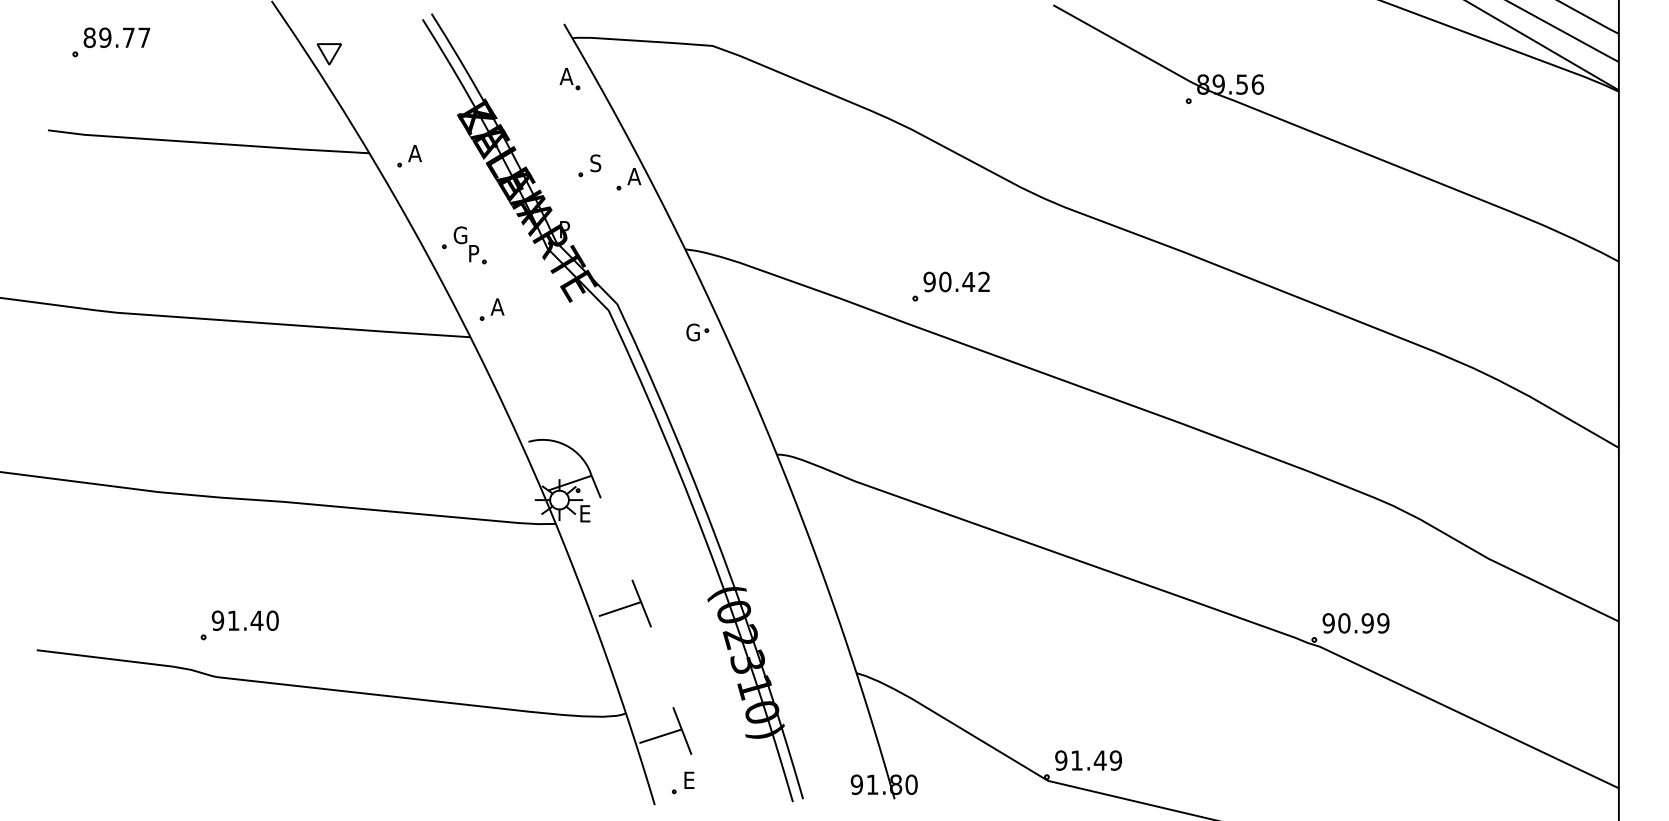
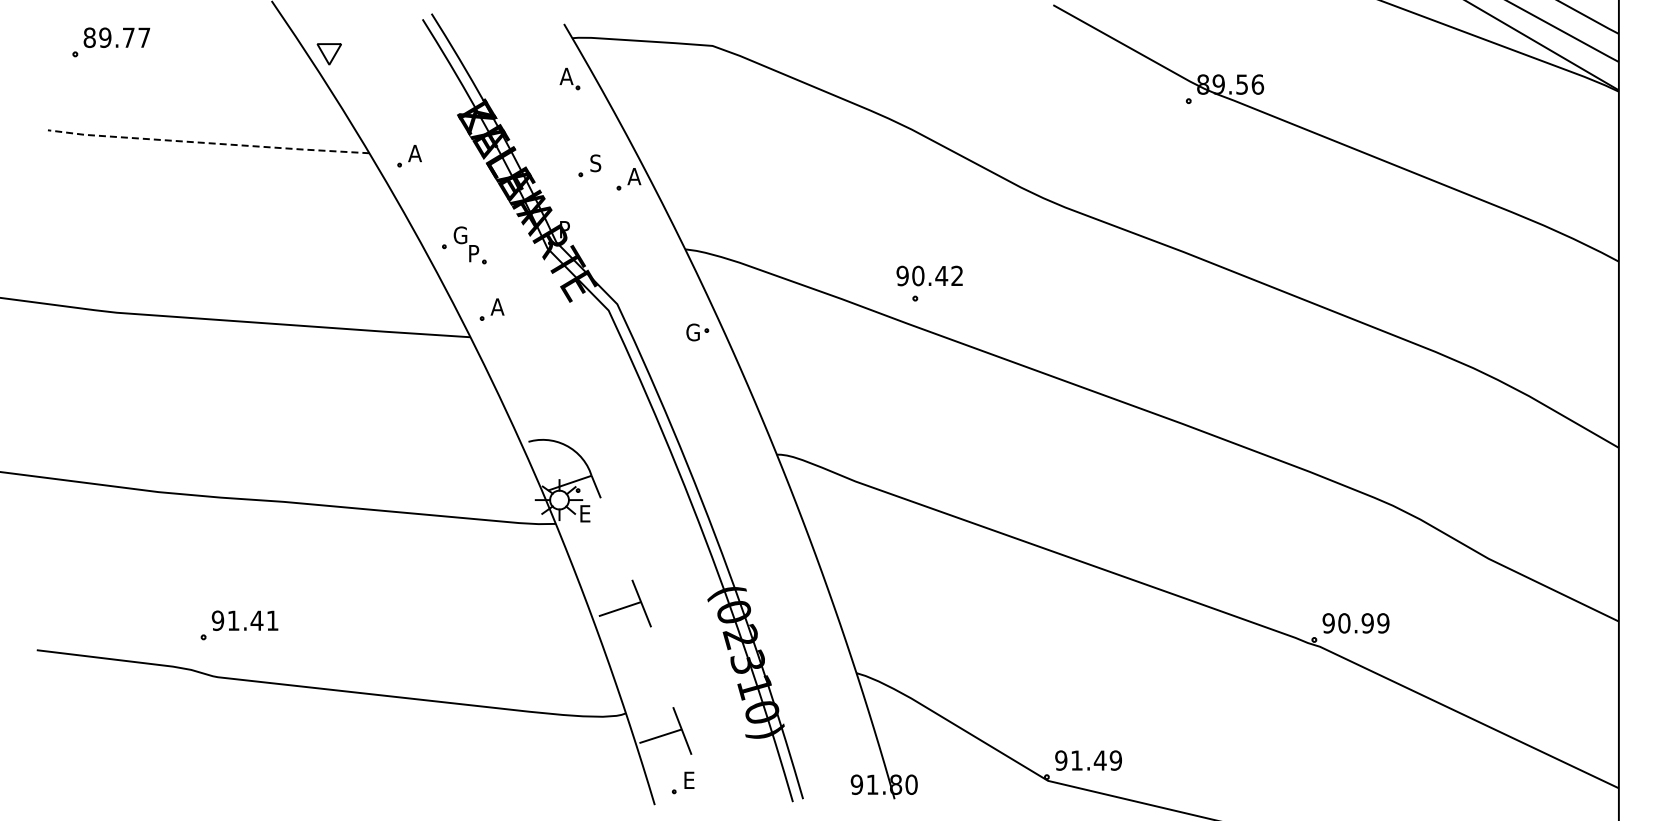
line at (208, 143): solid -> dashed
text at (956, 281) position: (956, 281) -> (929, 275)
text at (272, 620): 91.40 -> 91.41
